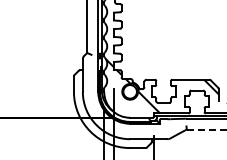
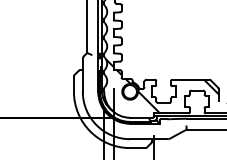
line at (206, 129): dashed -> solid
